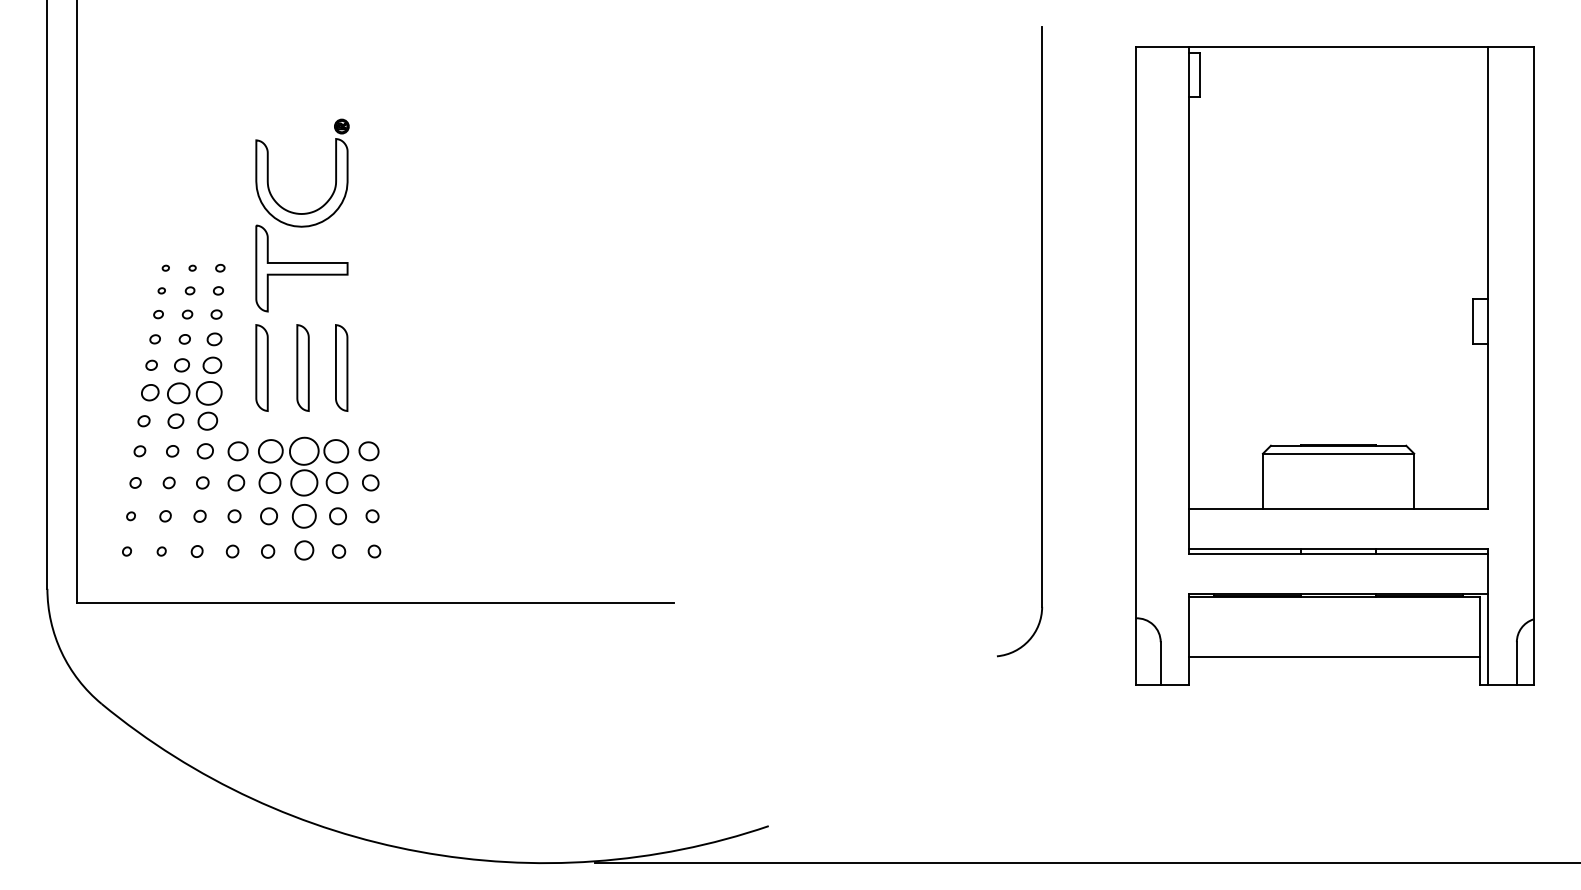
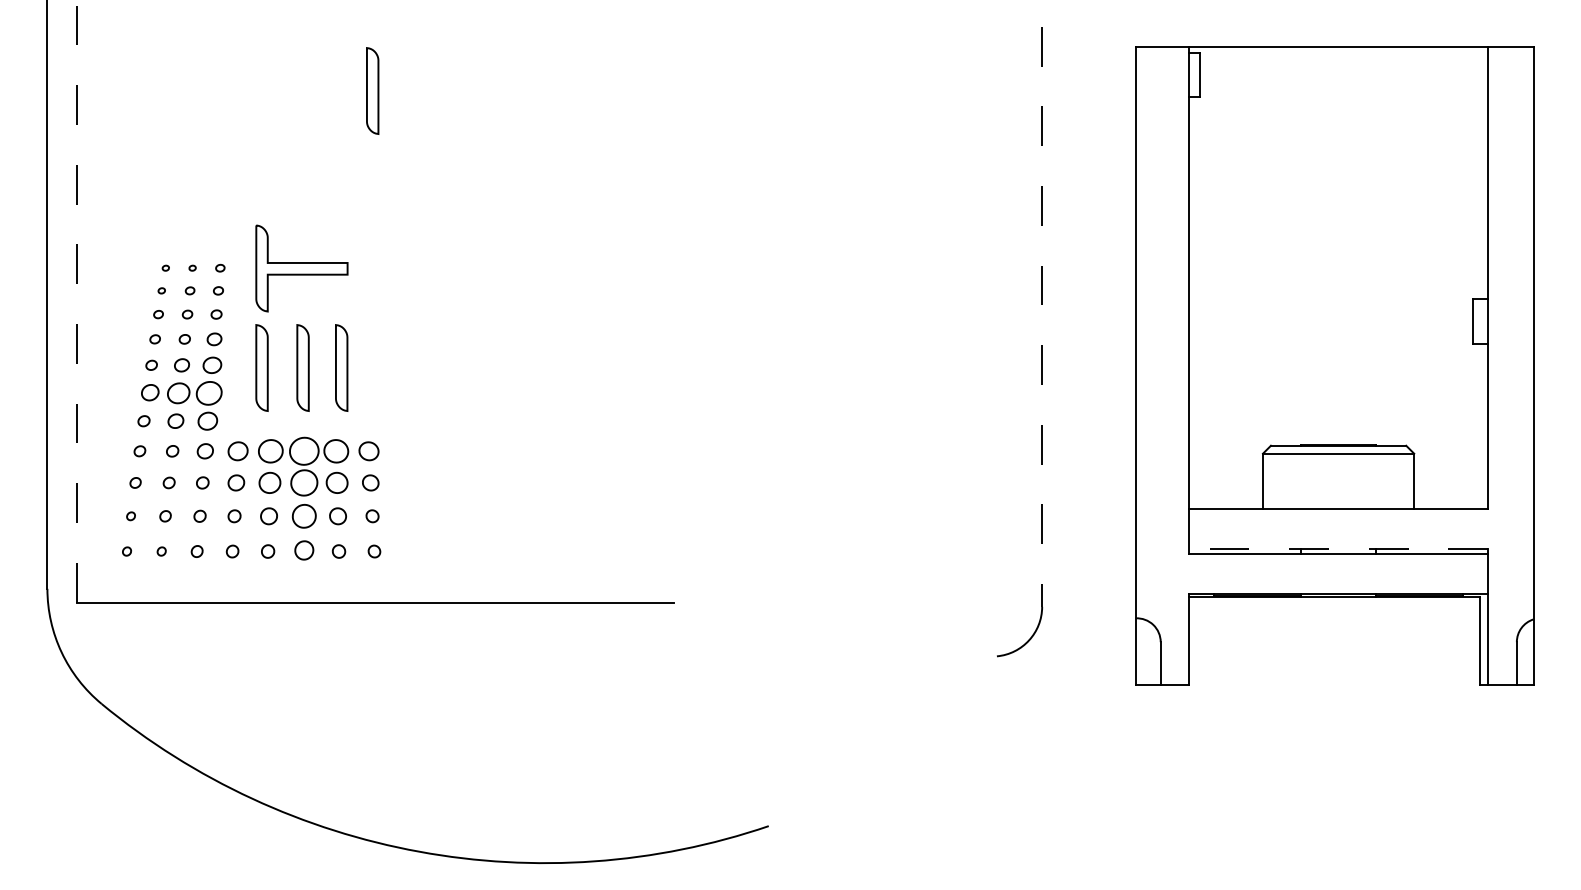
part at (372, 90): none -> present
part at (335, 172): present -> none
line at (77, 301): solid -> dashed
line at (1042, 316): solid -> dashed
line at (1338, 549): solid -> dashed
line at (1334, 657): present -> none
line at (1085, 863): present -> none
